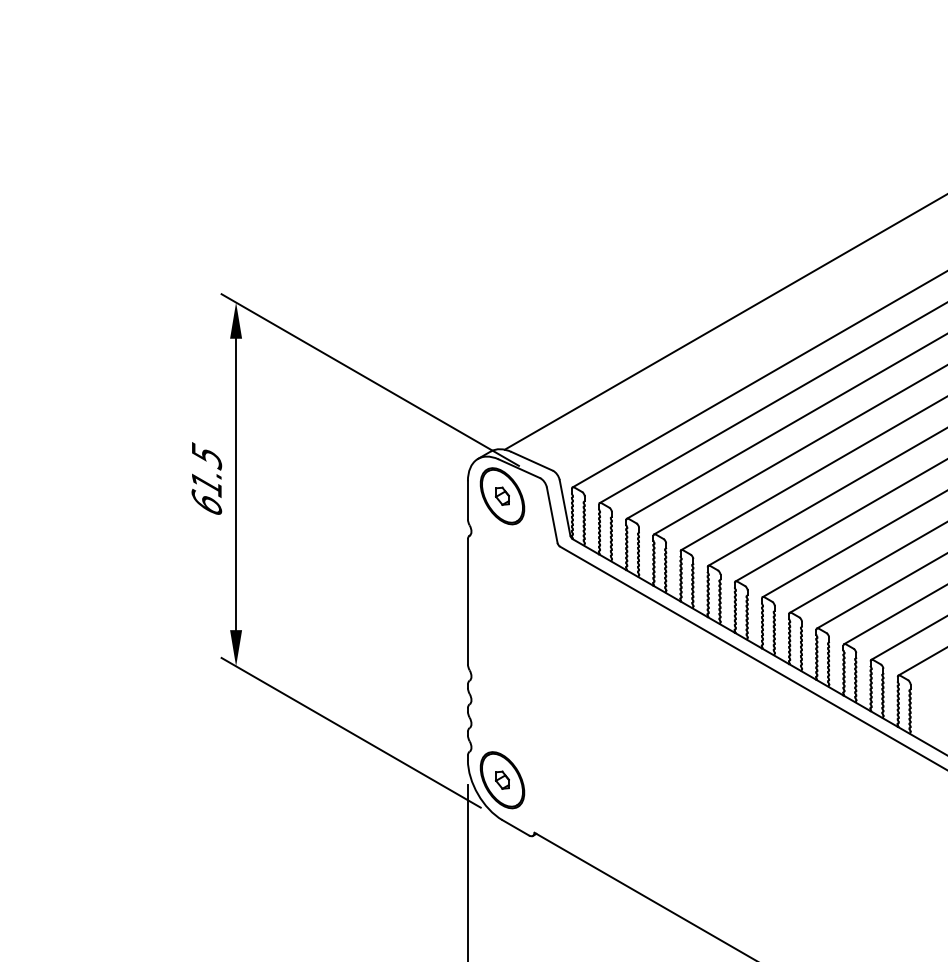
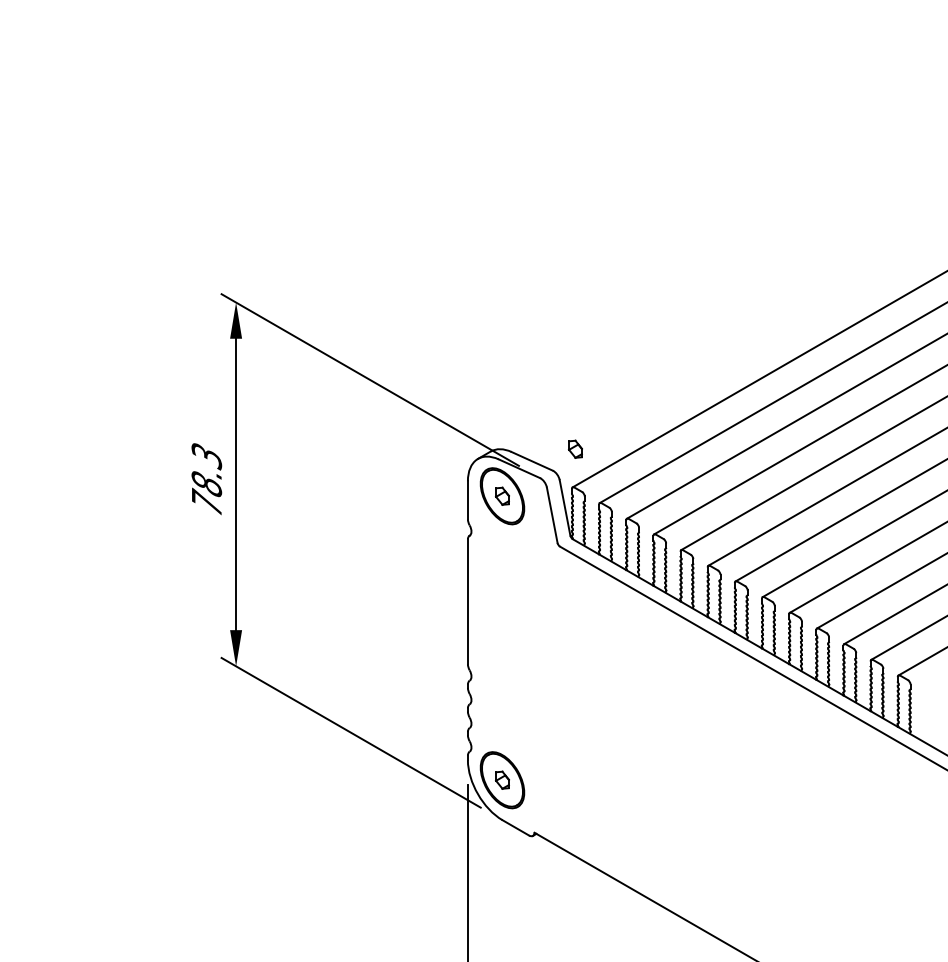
line at (724, 322): present -> none
part at (575, 448): none -> present
text at (206, 478): 61.5 -> 78.3
